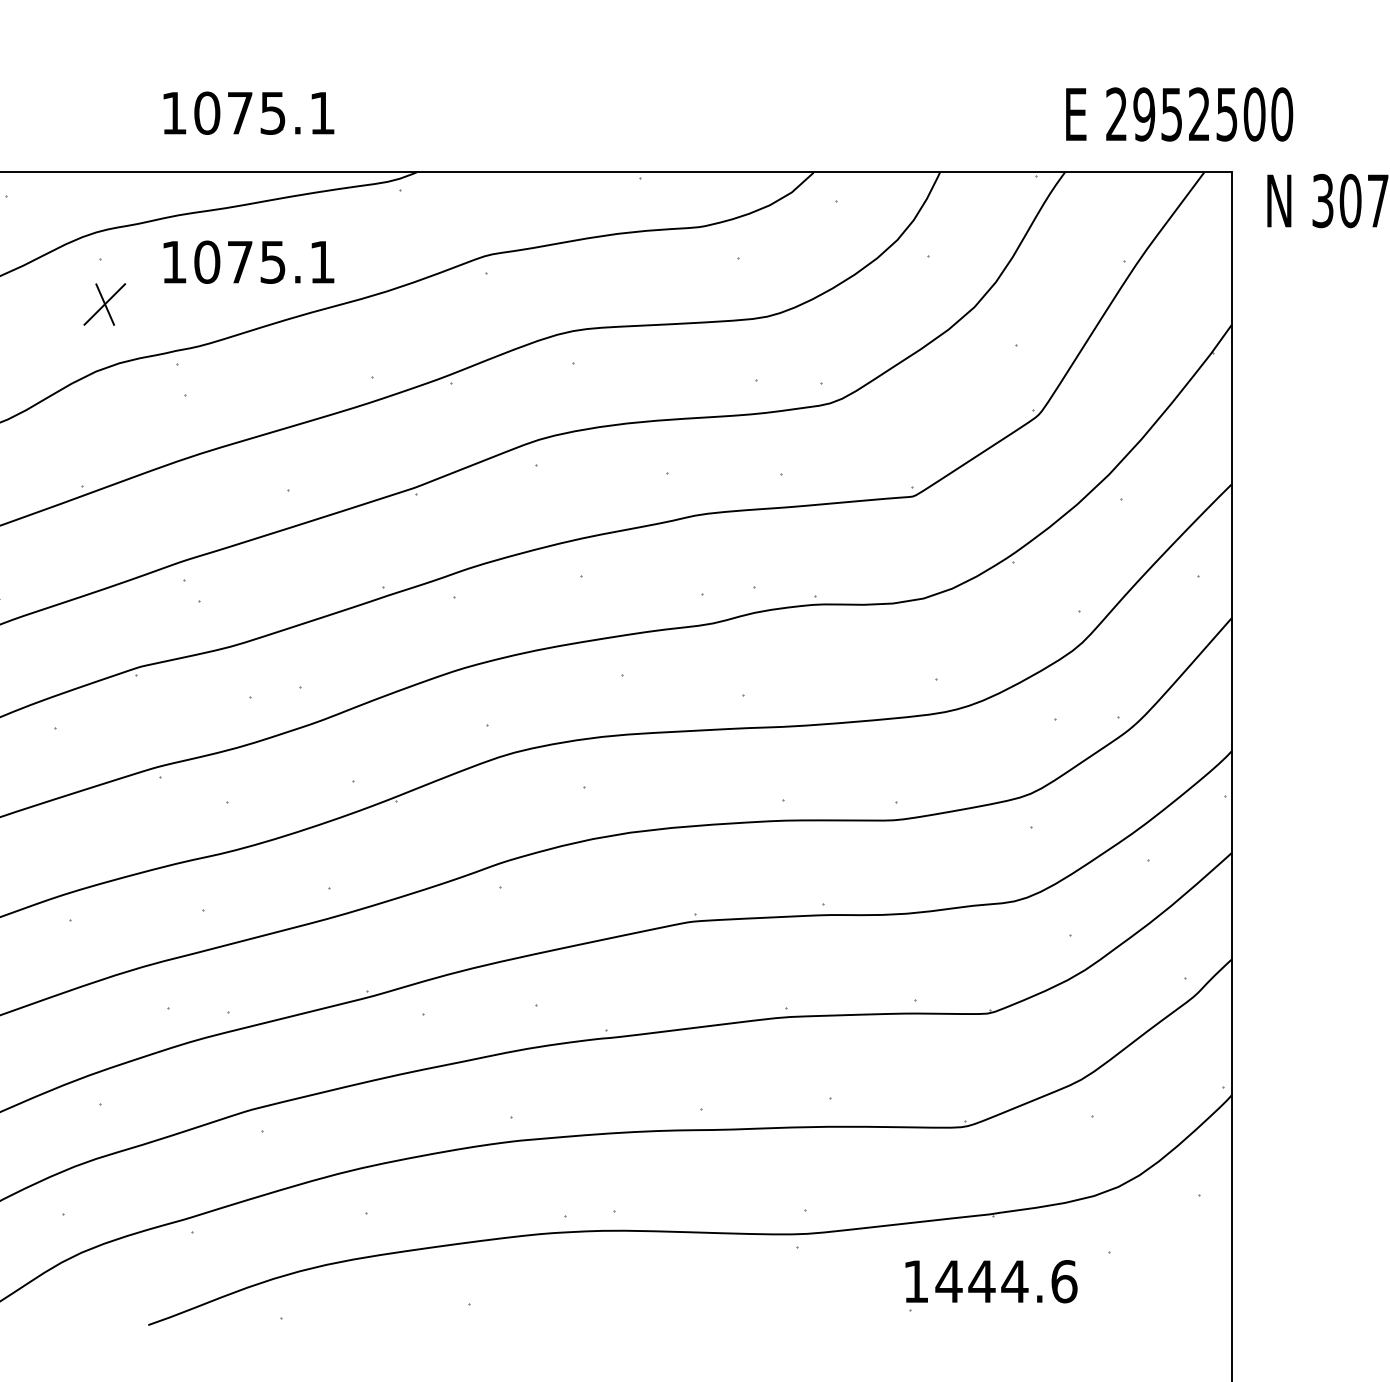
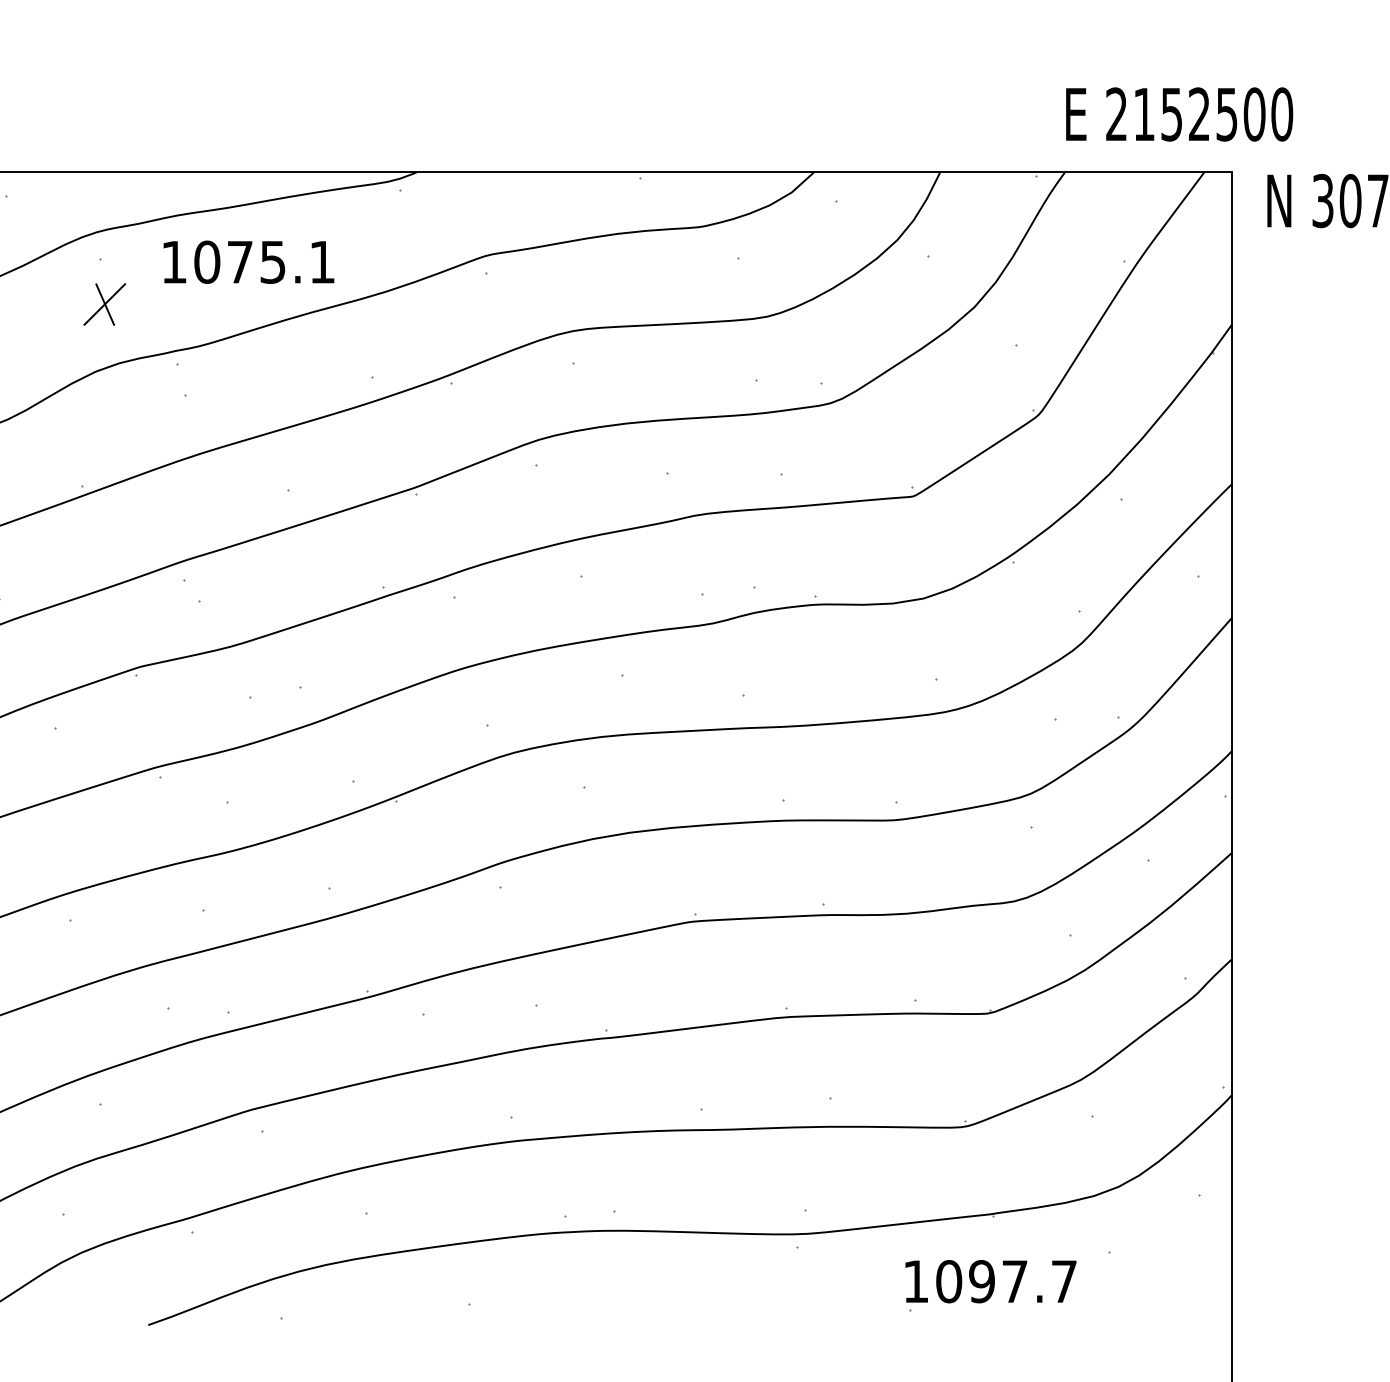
part at (248, 112): present -> none
text at (1144, 114): 2952500 -> 2152500
text at (1006, 1281): 1444.6 -> 1097.7
